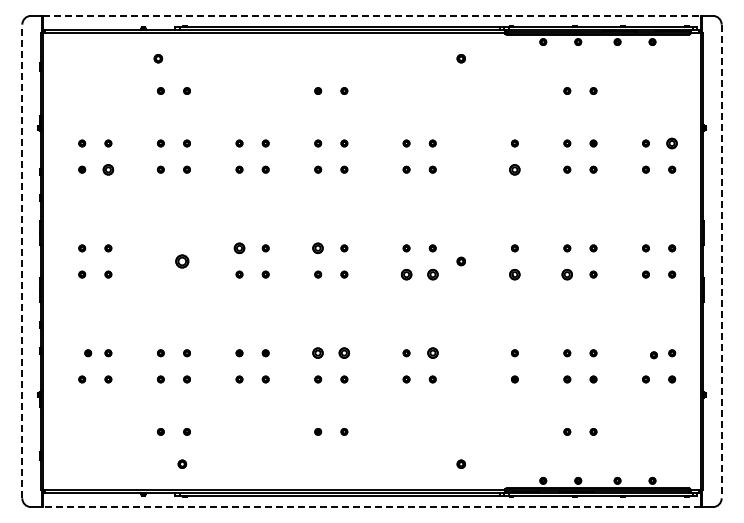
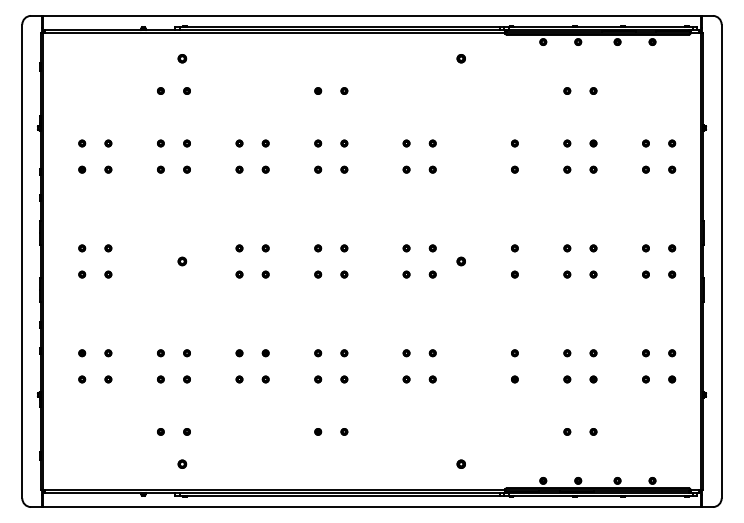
line at (372, 15): dashed -> solid
part at (158, 58) position: (158, 58) -> (182, 58)
part at (671, 143) size: 12x13 px -> 9x9 px
part at (108, 169) size: 13x12 px -> 9x9 px
part at (514, 169) size: 12x12 px -> 8x9 px
part at (239, 247) size: 13x12 px -> 9x9 px
part at (317, 247) size: 12x12 px -> 9x9 px
line at (22, 261): dashed -> solid
part at (182, 261) size: 15x15 px -> 11x11 px
line at (721, 261): dashed -> solid
part at (406, 274) size: 13x12 px -> 9x9 px
part at (432, 274) size: 12x12 px -> 9x9 px
part at (514, 274) size: 12x12 px -> 8x9 px
part at (566, 274) size: 12x12 px -> 9x9 px
part at (317, 352) size: 12x12 px -> 9x9 px
part at (343, 352) size: 12x12 px -> 9x9 px
part at (432, 352) size: 12x12 px -> 9x9 px
part at (88, 353) position: (88, 353) -> (82, 353)
part at (653, 355) position: (653, 355) -> (645, 353)
line at (371, 507): dashed -> solid
